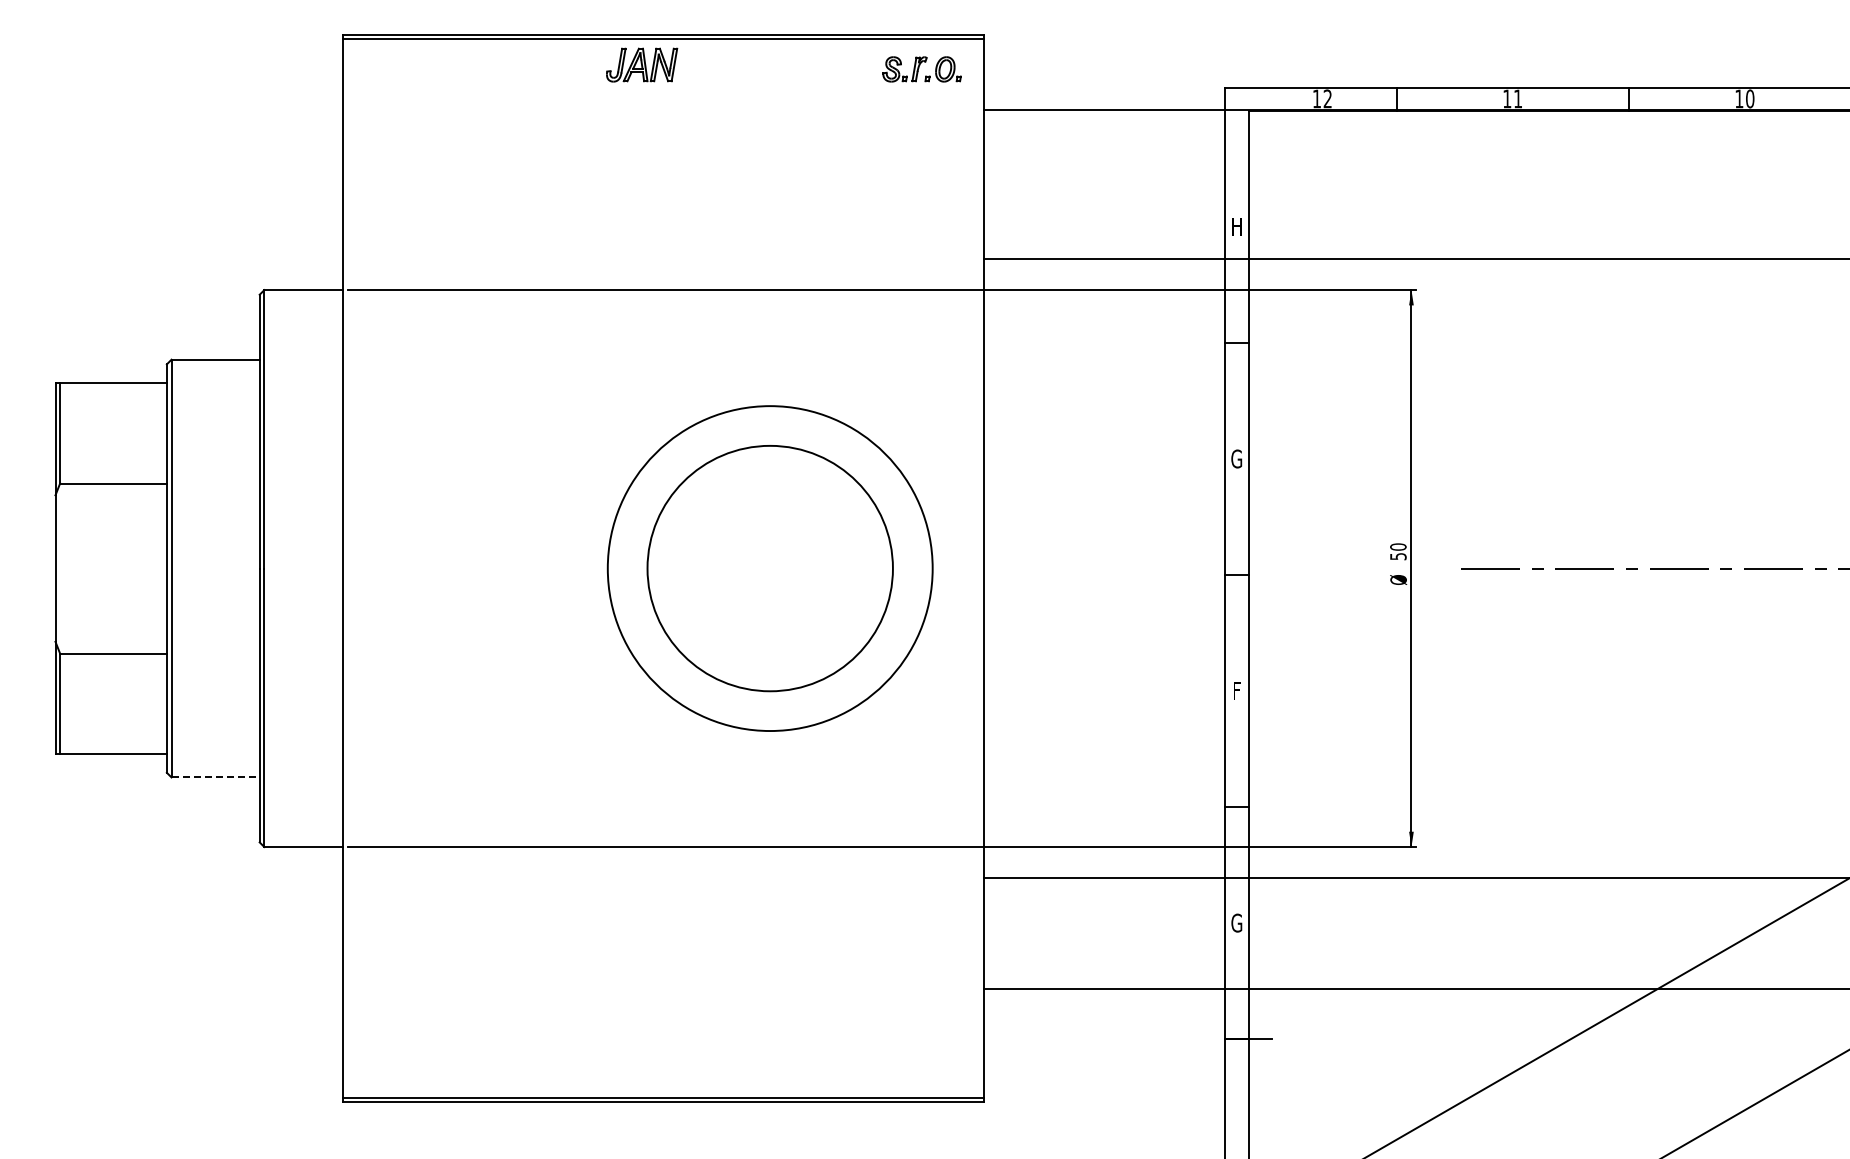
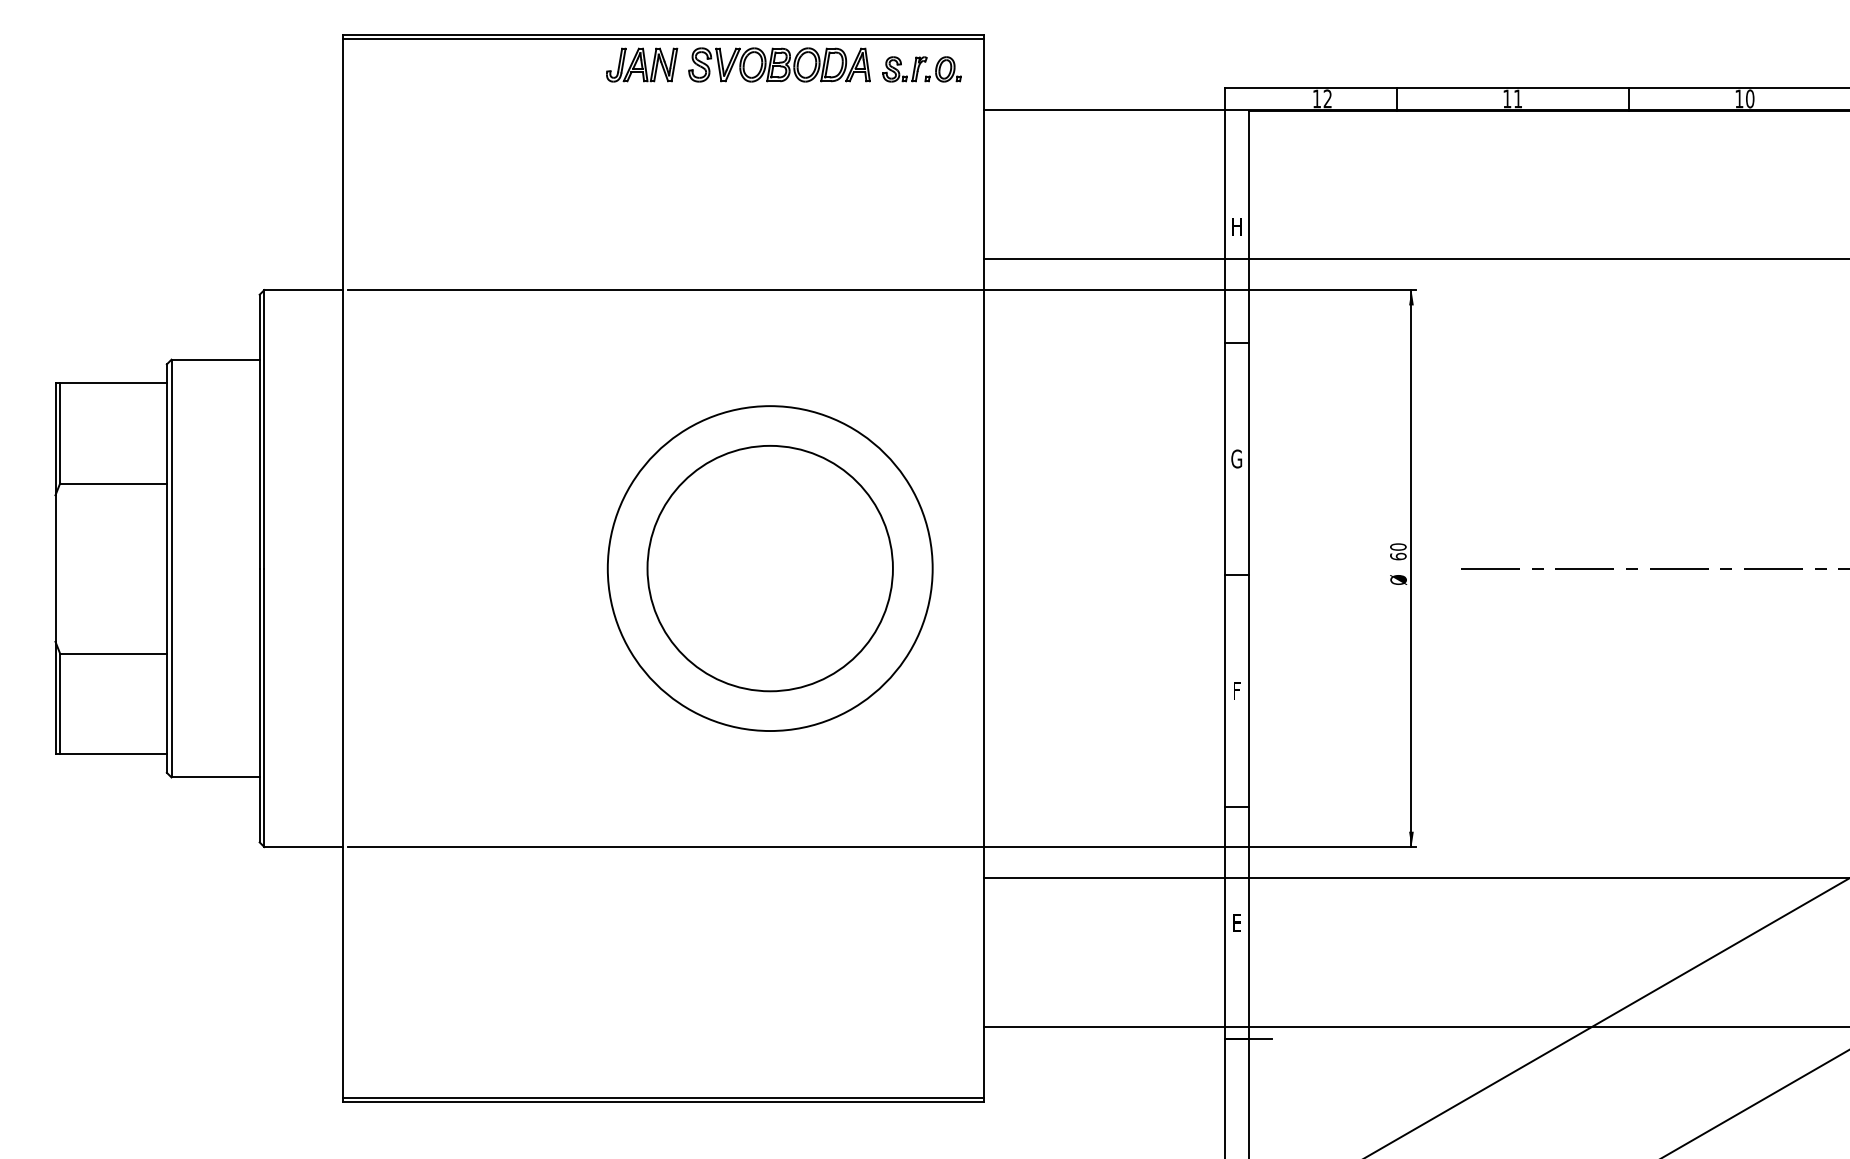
part at (779, 64): none -> present
text at (1398, 556): 50 -> 60
line at (216, 777): dashed -> solid
text at (1236, 922): G -> E
line at (1414, 988) position: (1414, 988) -> (1414, 1026)
